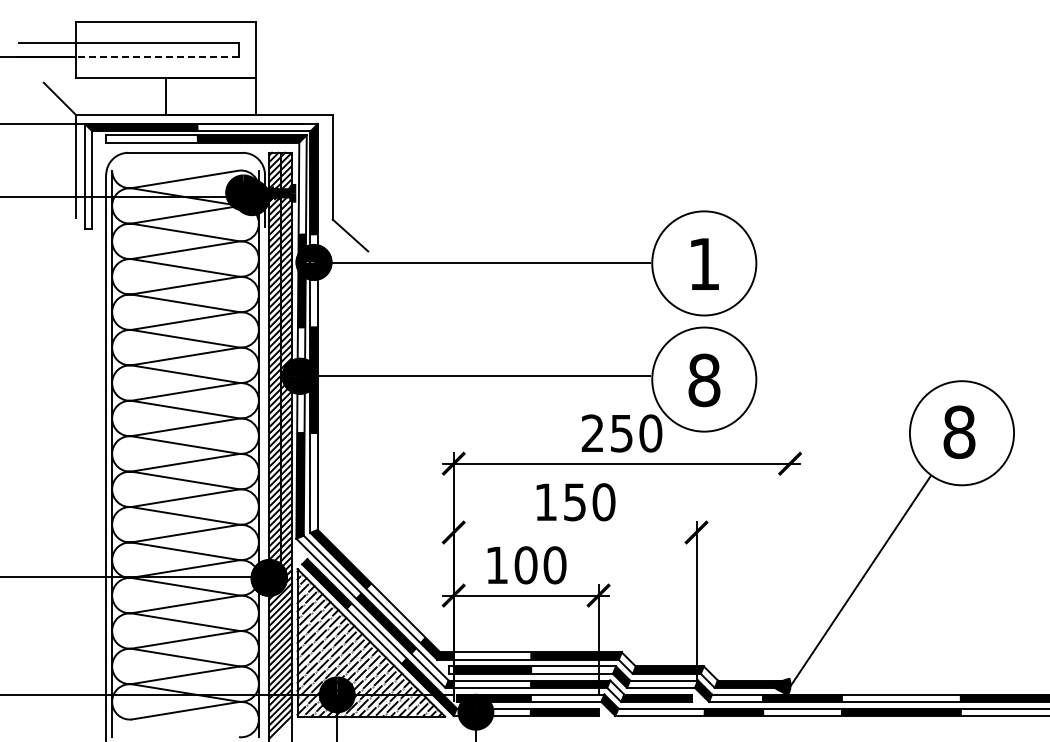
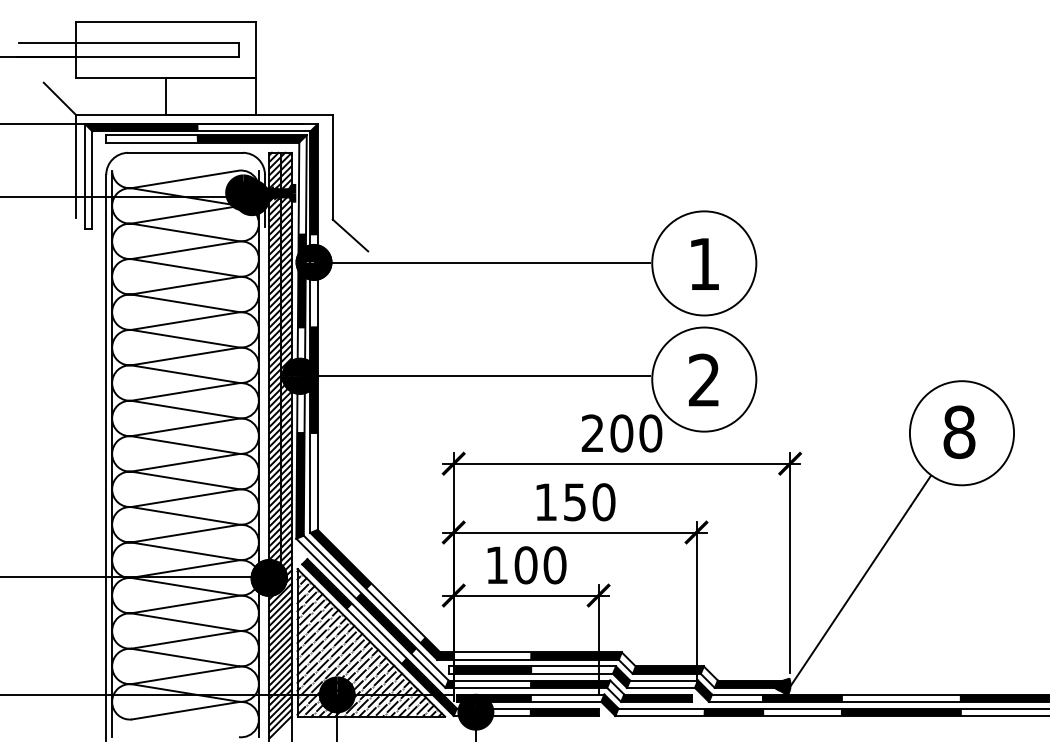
line at (157, 57): dashed -> solid
text at (704, 380): 8 -> 2
text at (621, 433): 250 -> 200
line at (574, 532): none -> present
line at (790, 563): none -> present
